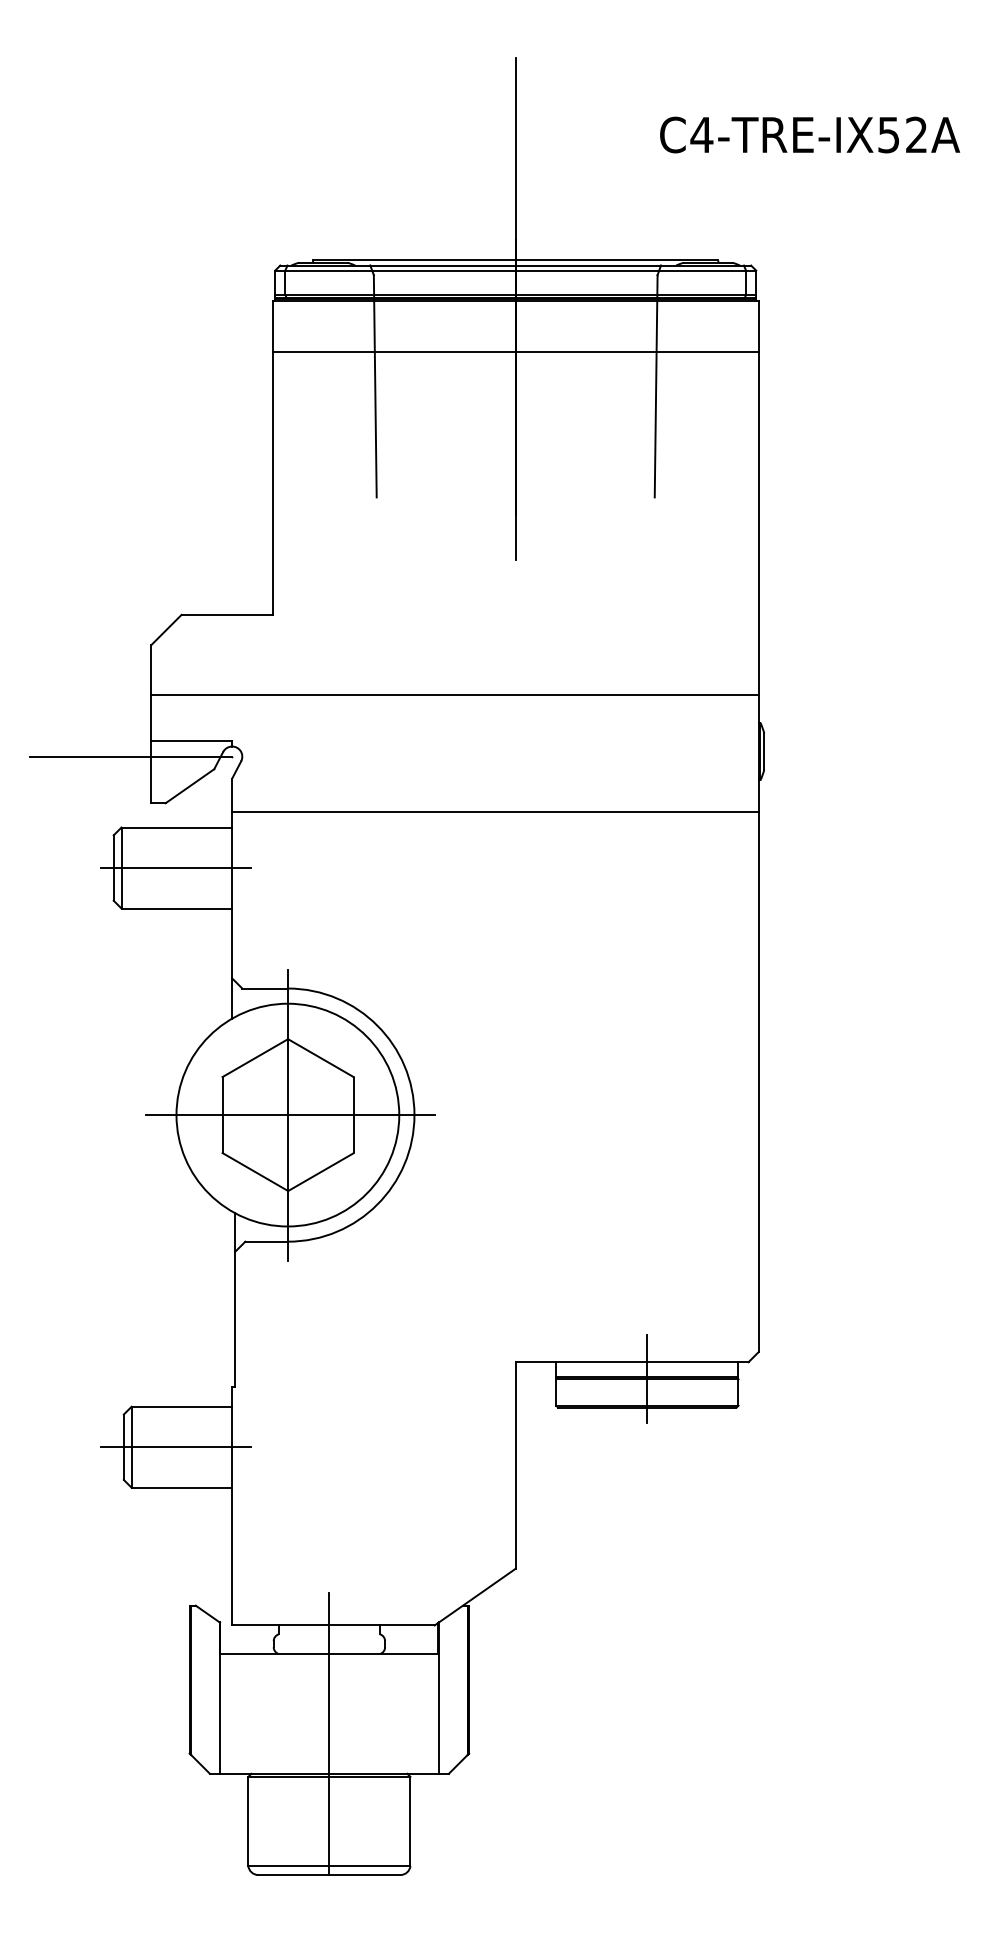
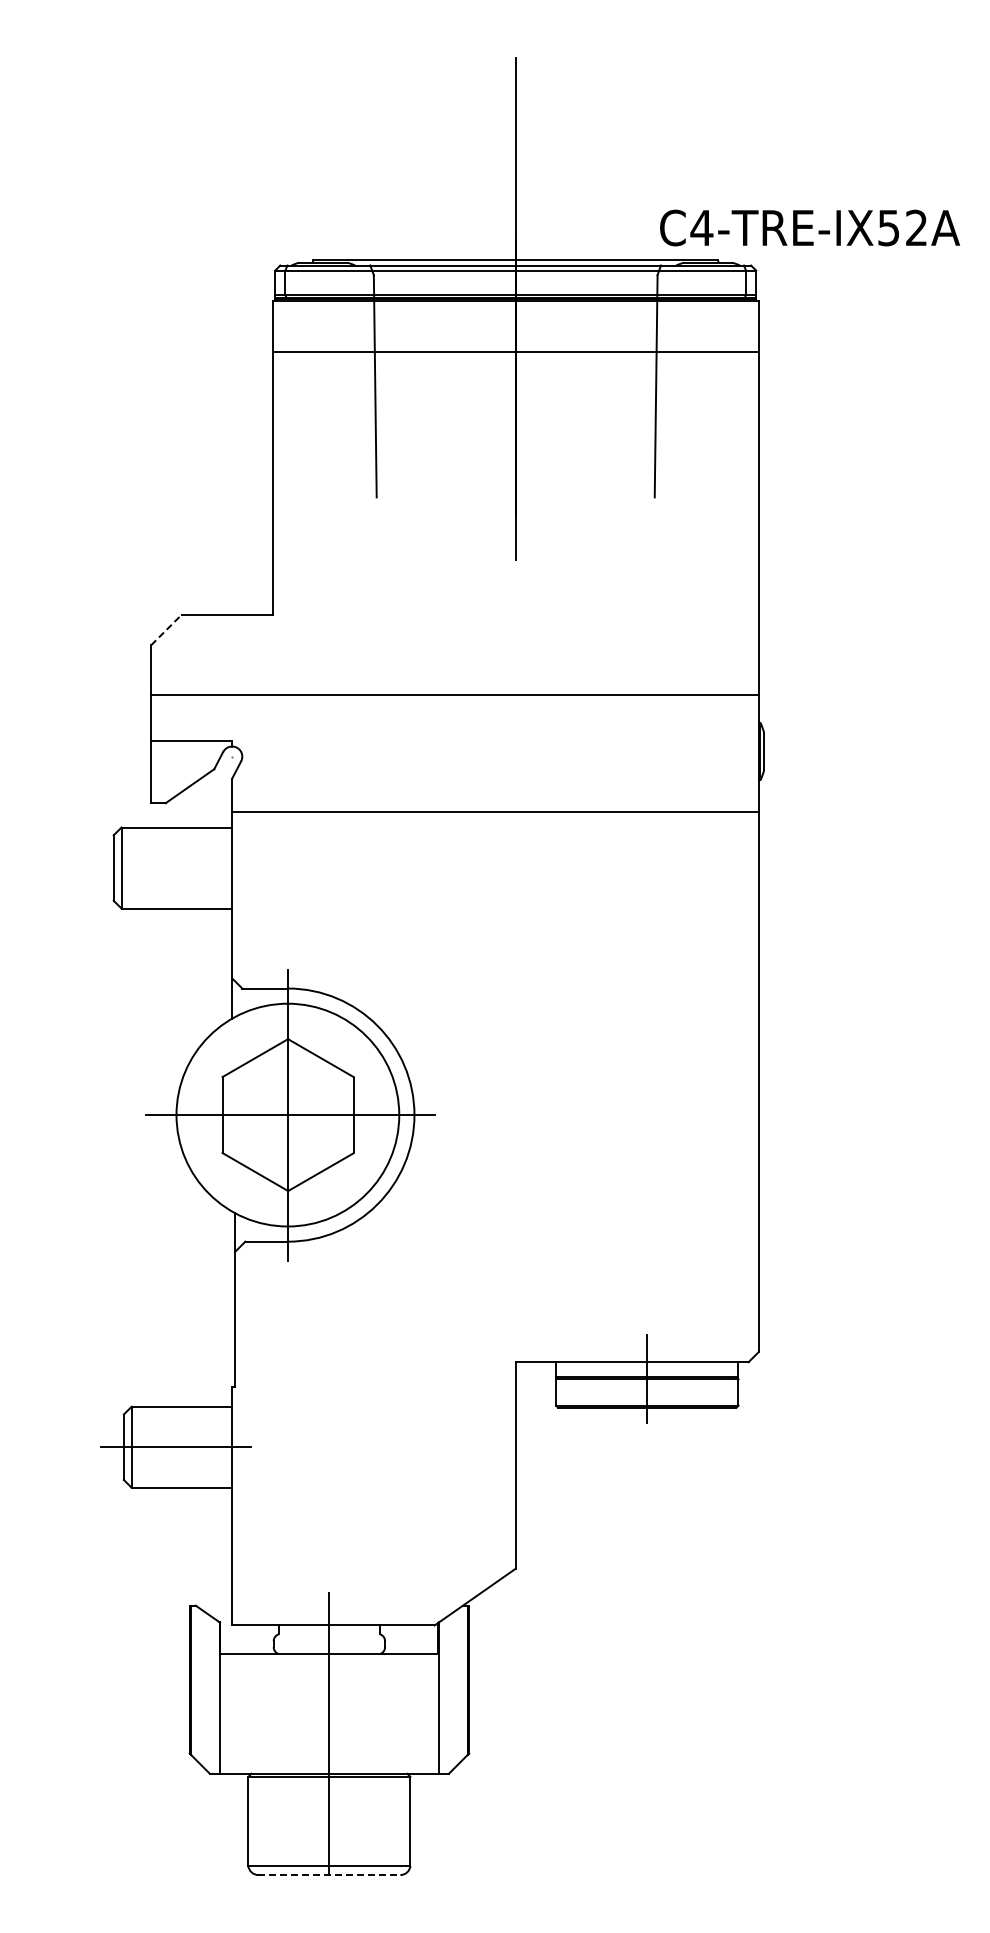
text at (810, 134) position: (810, 134) -> (810, 227)
line at (166, 629): solid -> dashed
line at (130, 756): present -> none
line at (175, 868): present -> none
line at (329, 1875): solid -> dashed
